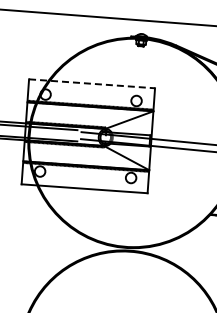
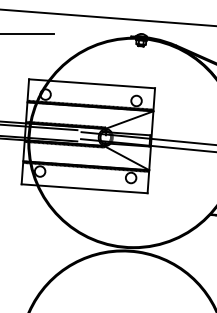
line at (27, 34): none -> present
line at (92, 83): dashed -> solid
